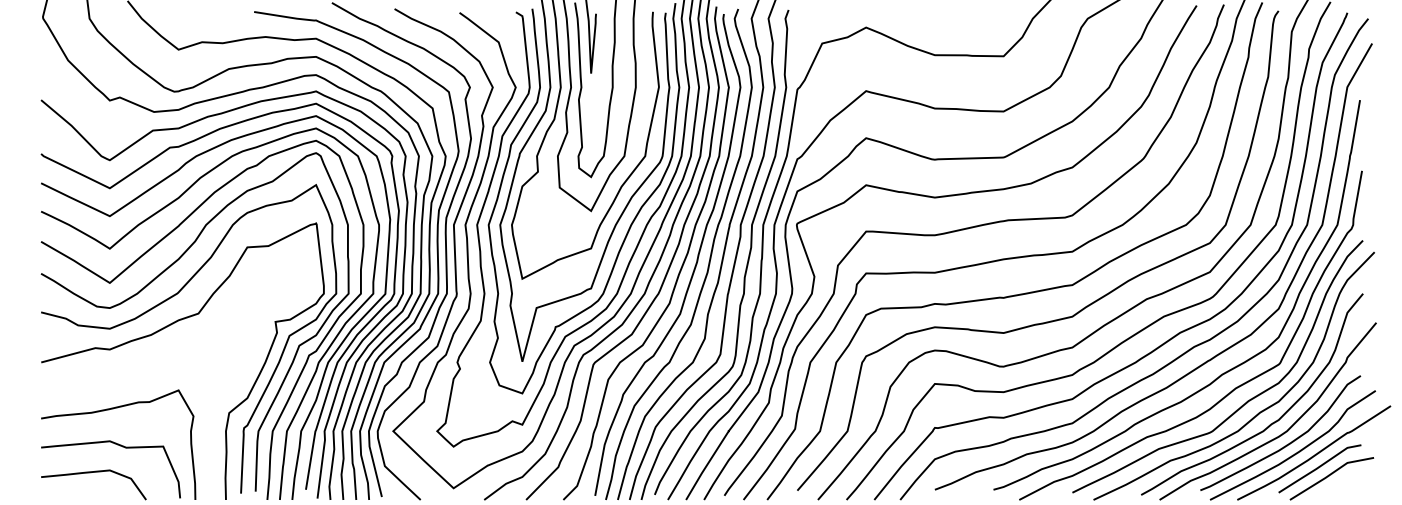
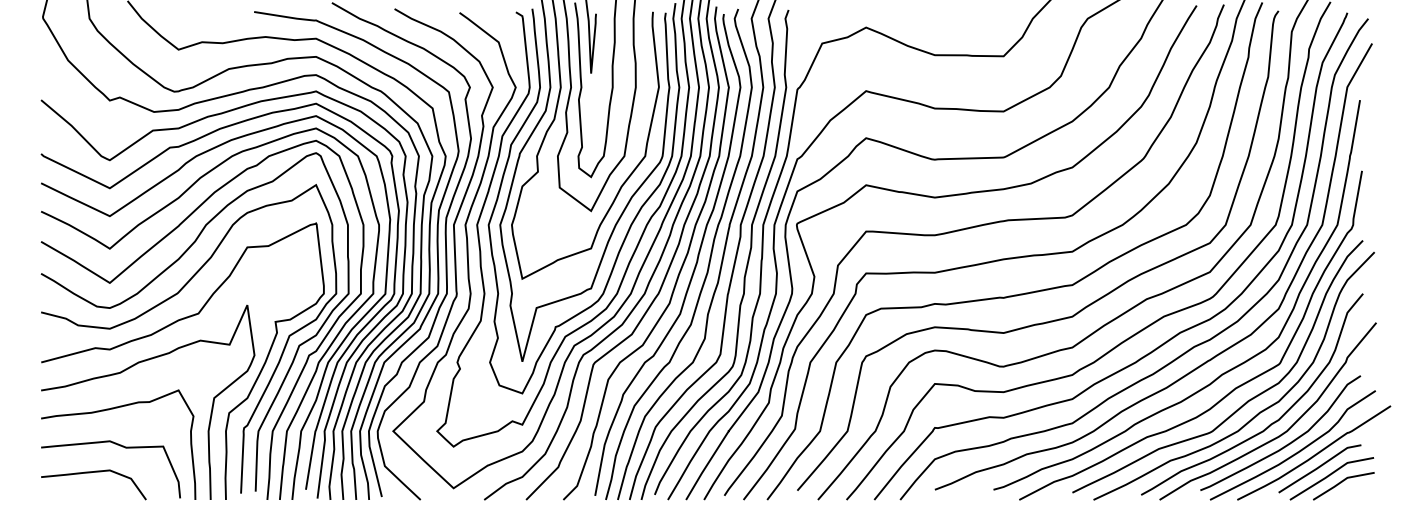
curve at (130, 368): none -> present
line at (1341, 483): none -> present
